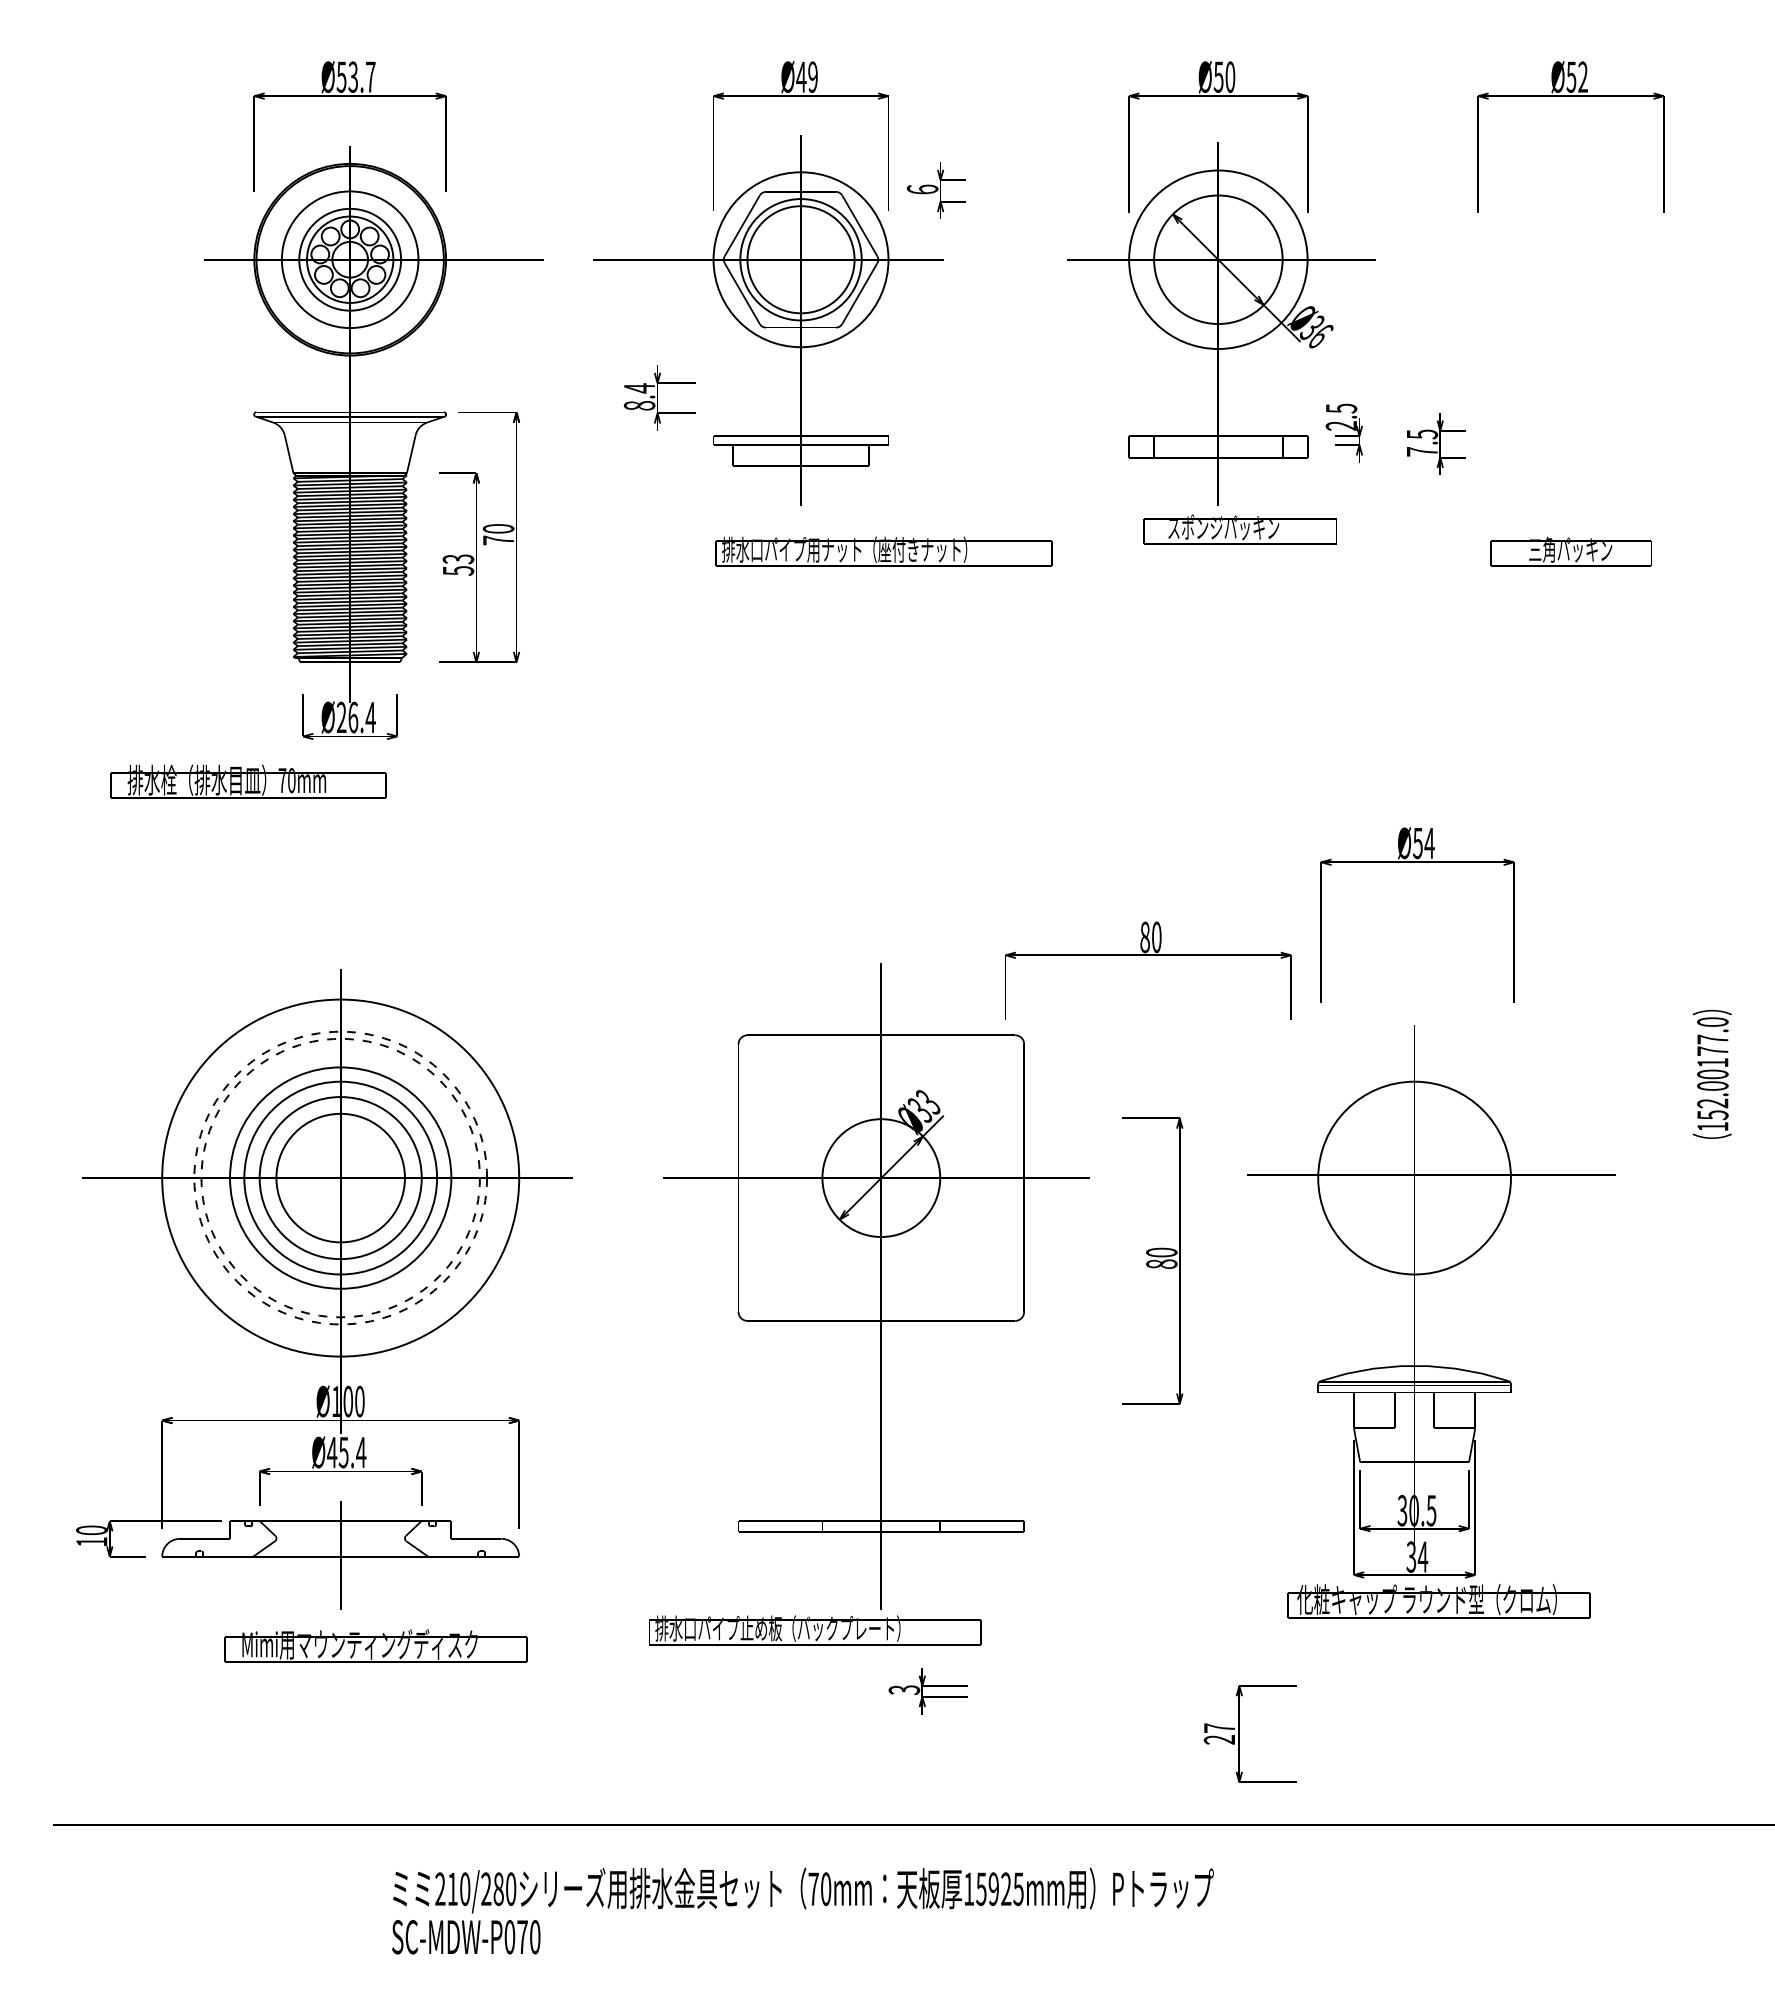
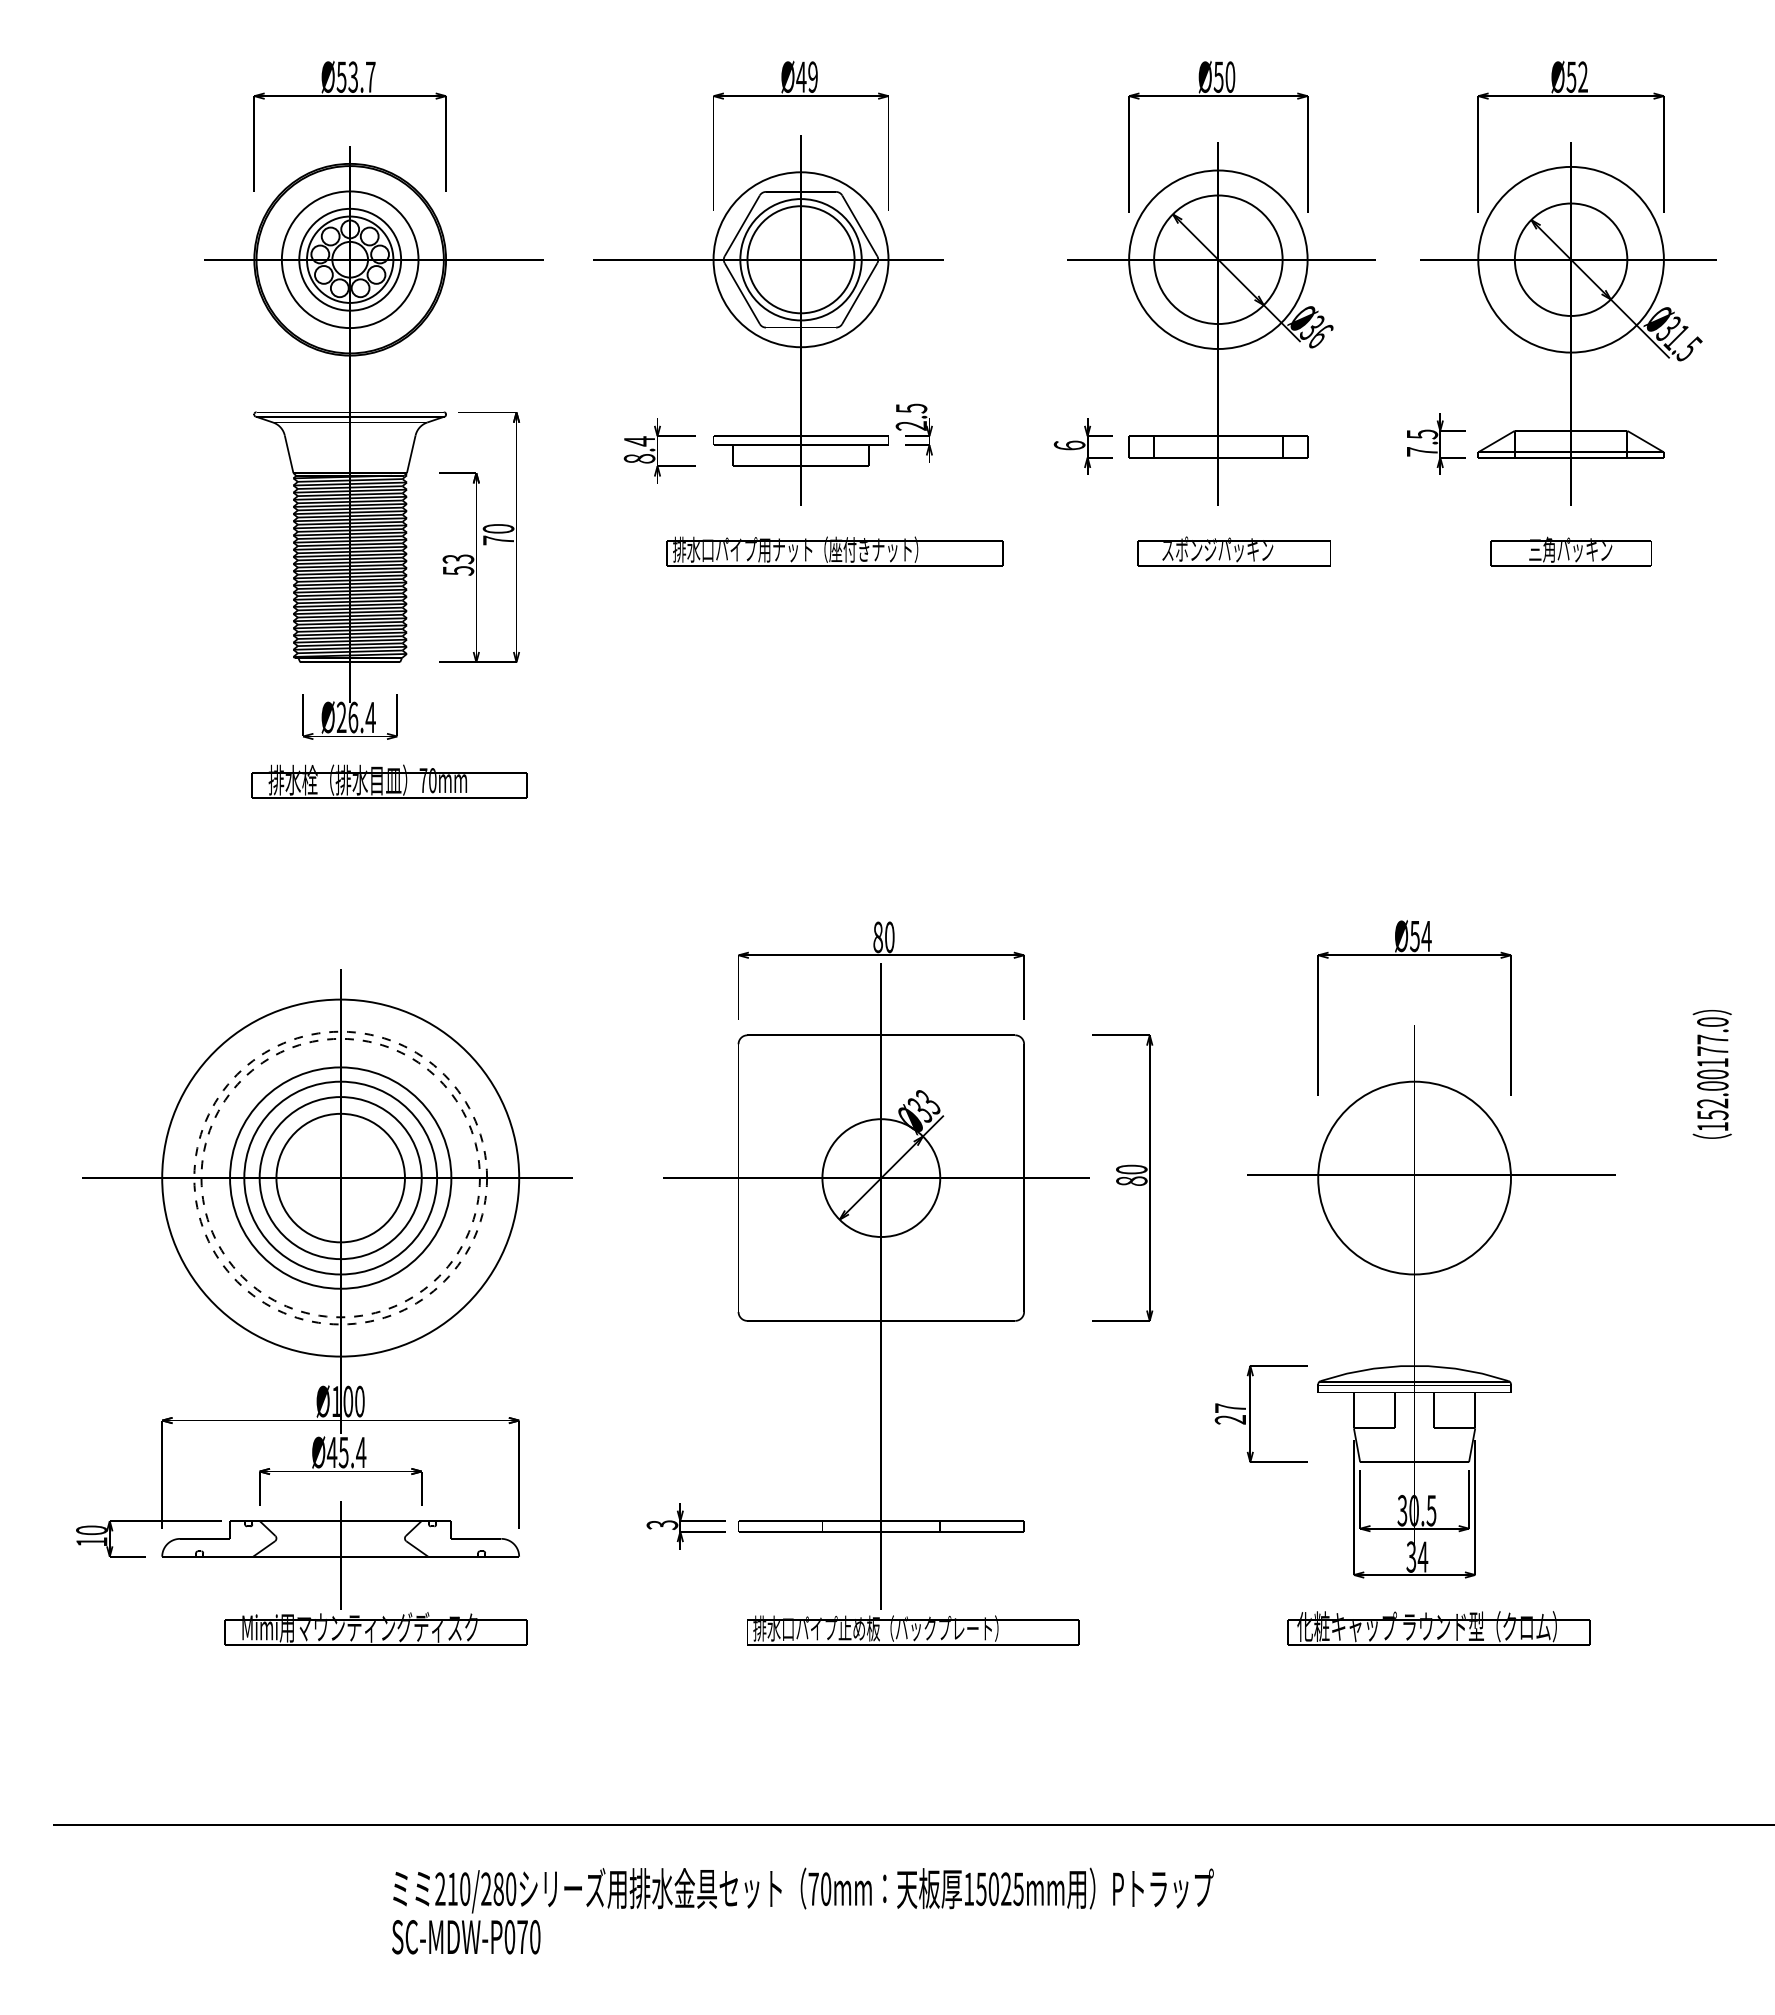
text at (935, 190) position: (935, 190) -> (1082, 446)
part at (1568, 323): none -> present
text at (659, 397) position: (659, 397) -> (659, 450)
text at (1343, 432) position: (1343, 432) -> (913, 432)
text at (1239, 529) position: (1239, 529) -> (1233, 551)
text at (883, 551) position: (883, 551) -> (834, 551)
text at (248, 781) position: (248, 781) -> (389, 781)
text at (1417, 914) position: (1417, 914) -> (1414, 1007)
text at (1148, 970) position: (1148, 970) -> (881, 970)
text at (1152, 1260) position: (1152, 1260) -> (1122, 1177)
text at (1438, 1601) position: (1438, 1601) -> (1438, 1628)
text at (815, 1630) position: (815, 1630) -> (913, 1630)
text at (375, 1645) position: (375, 1645) -> (375, 1628)
text at (927, 1691) position: (927, 1691) -> (685, 1526)
text at (1249, 1733) position: (1249, 1733) -> (1260, 1413)
text at (993, 1888): 15925mm -> 15025mm
